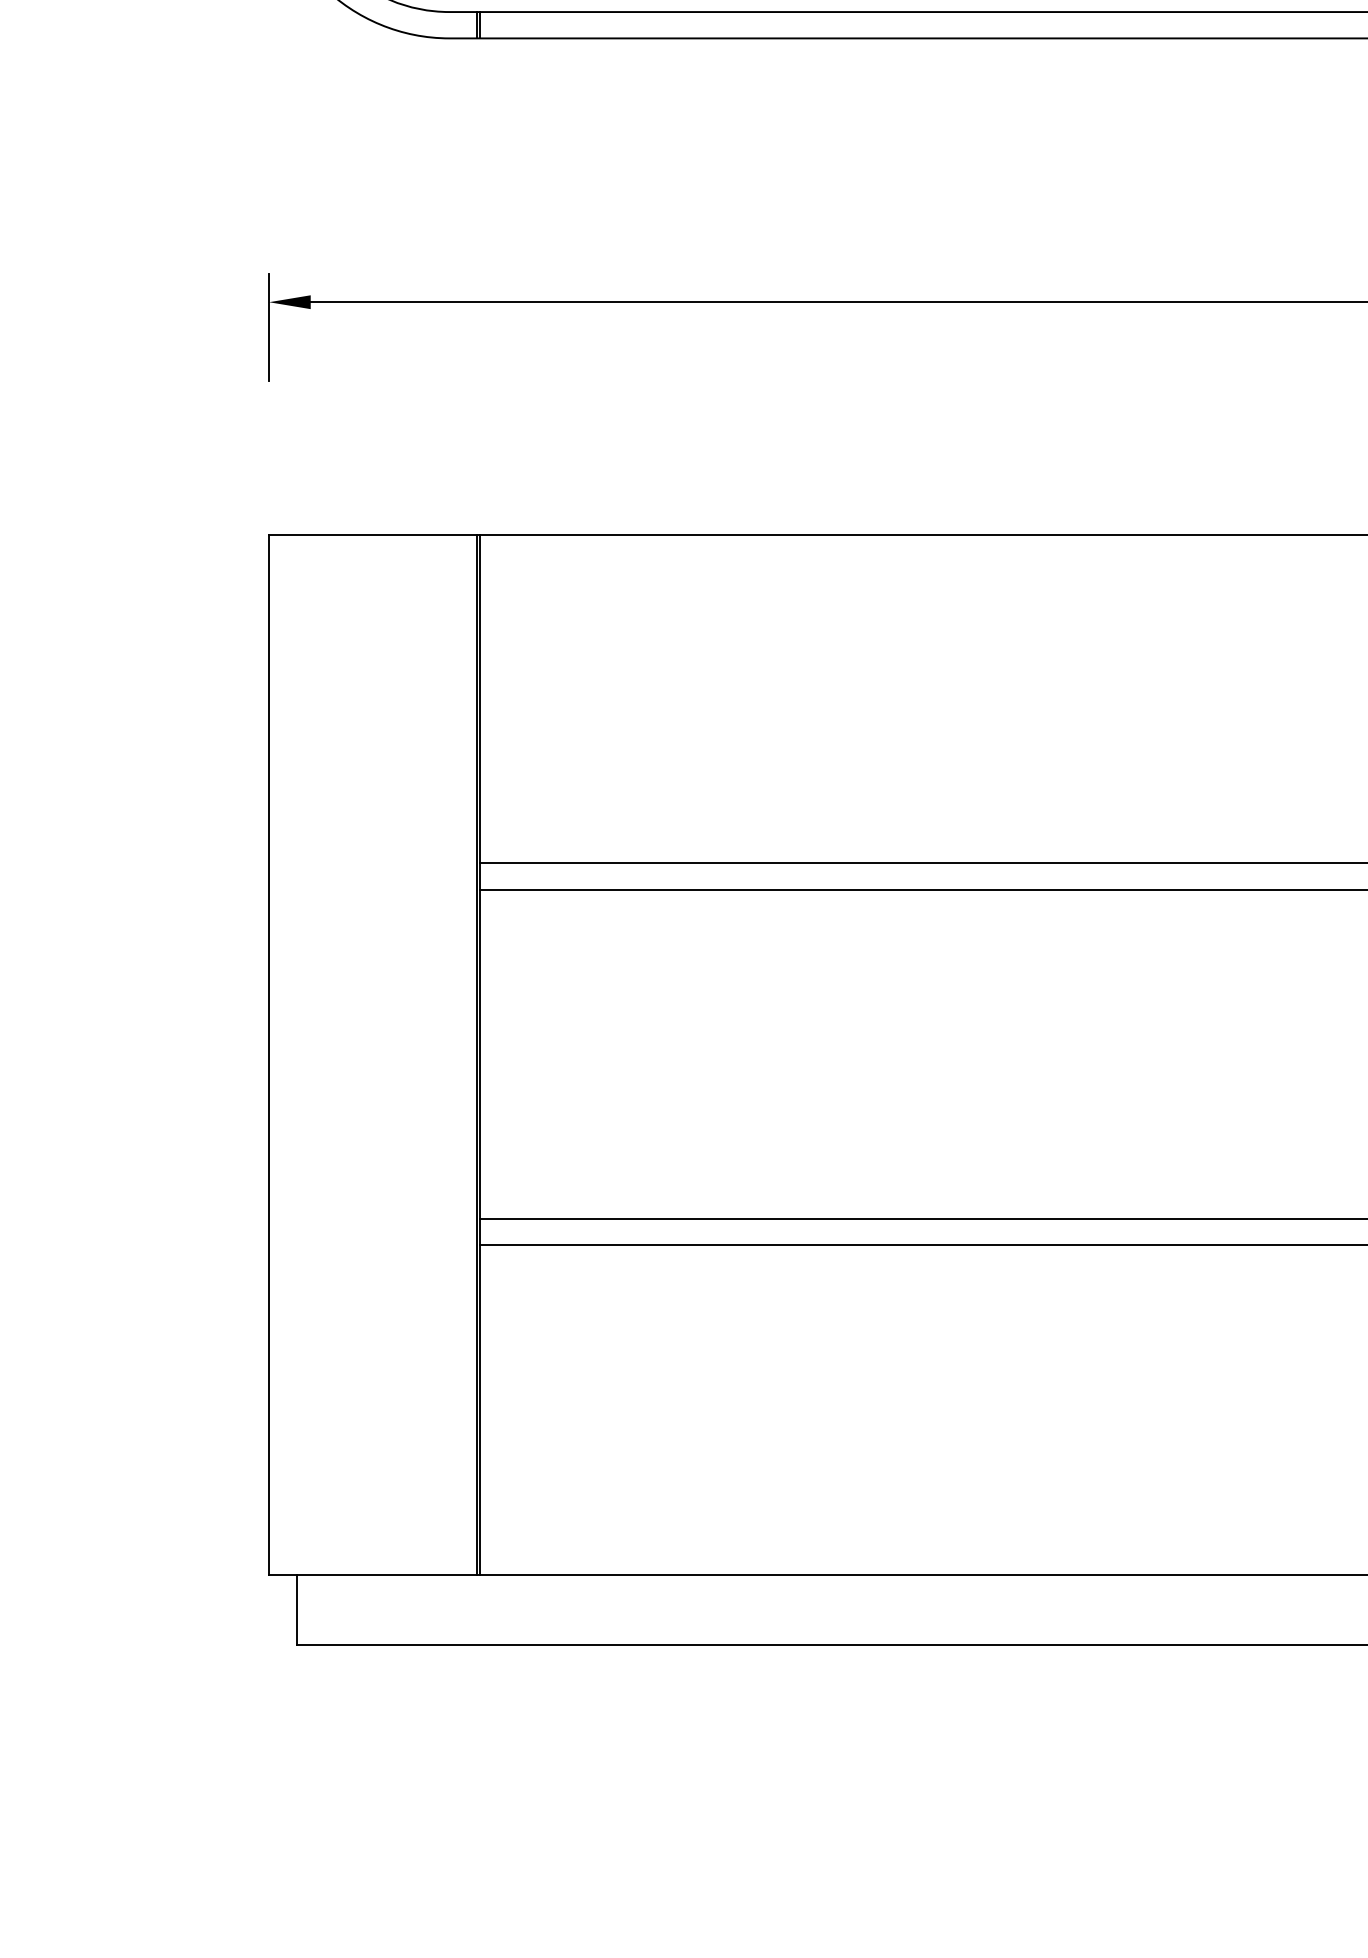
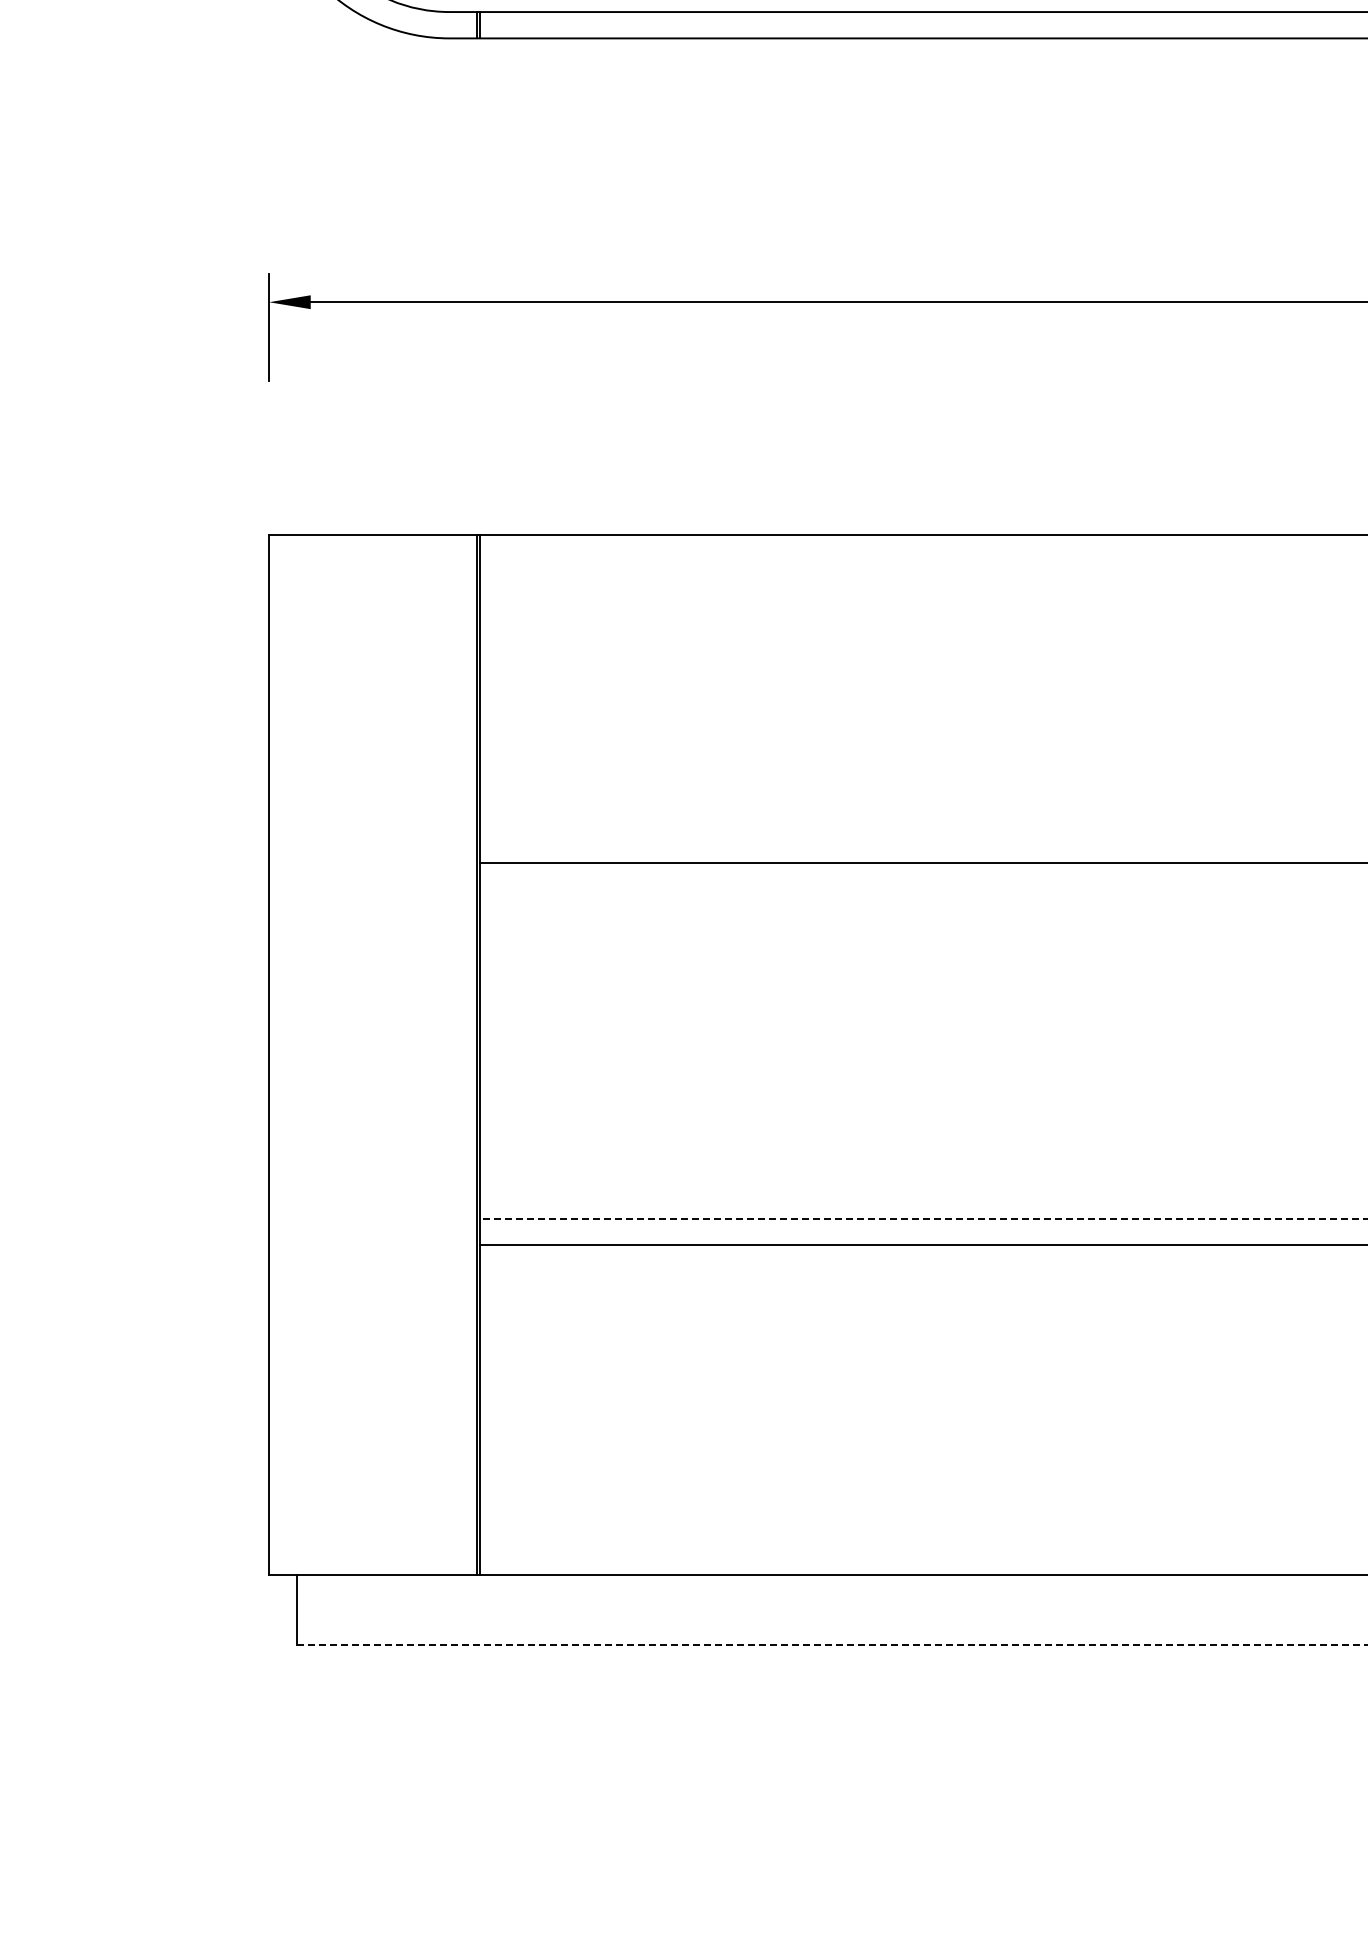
line at (922, 889): present -> none
line at (924, 1218): solid -> dashed
line at (832, 1644): solid -> dashed
